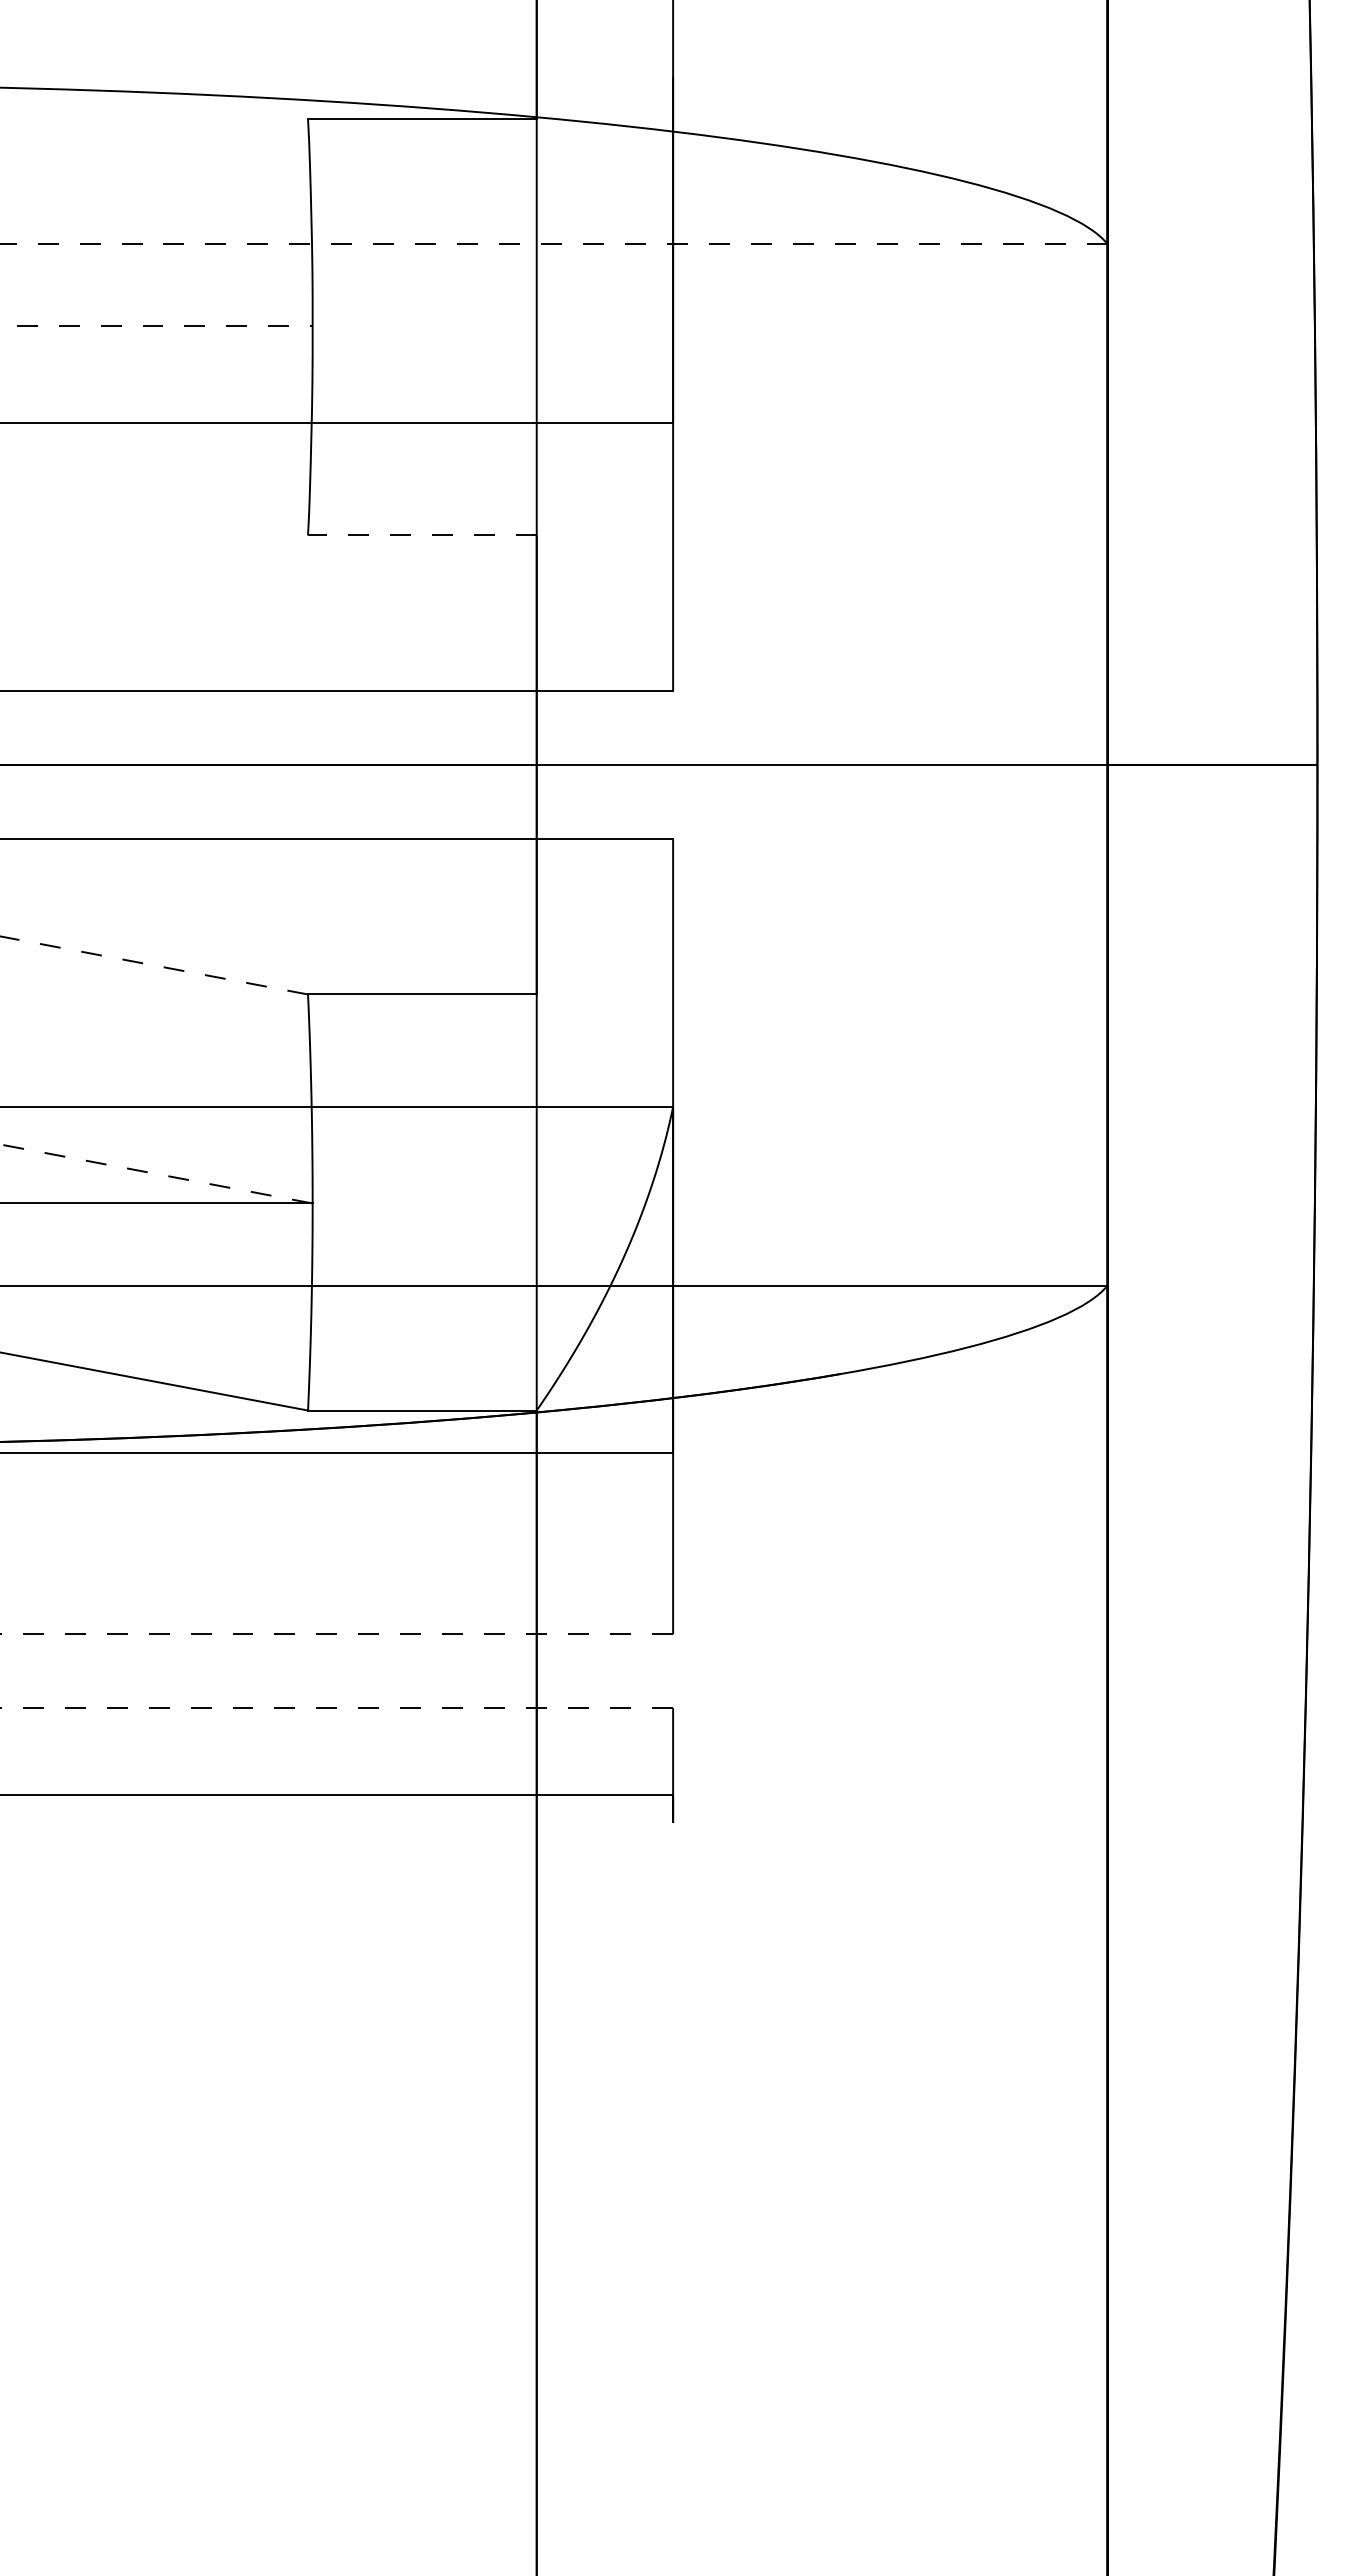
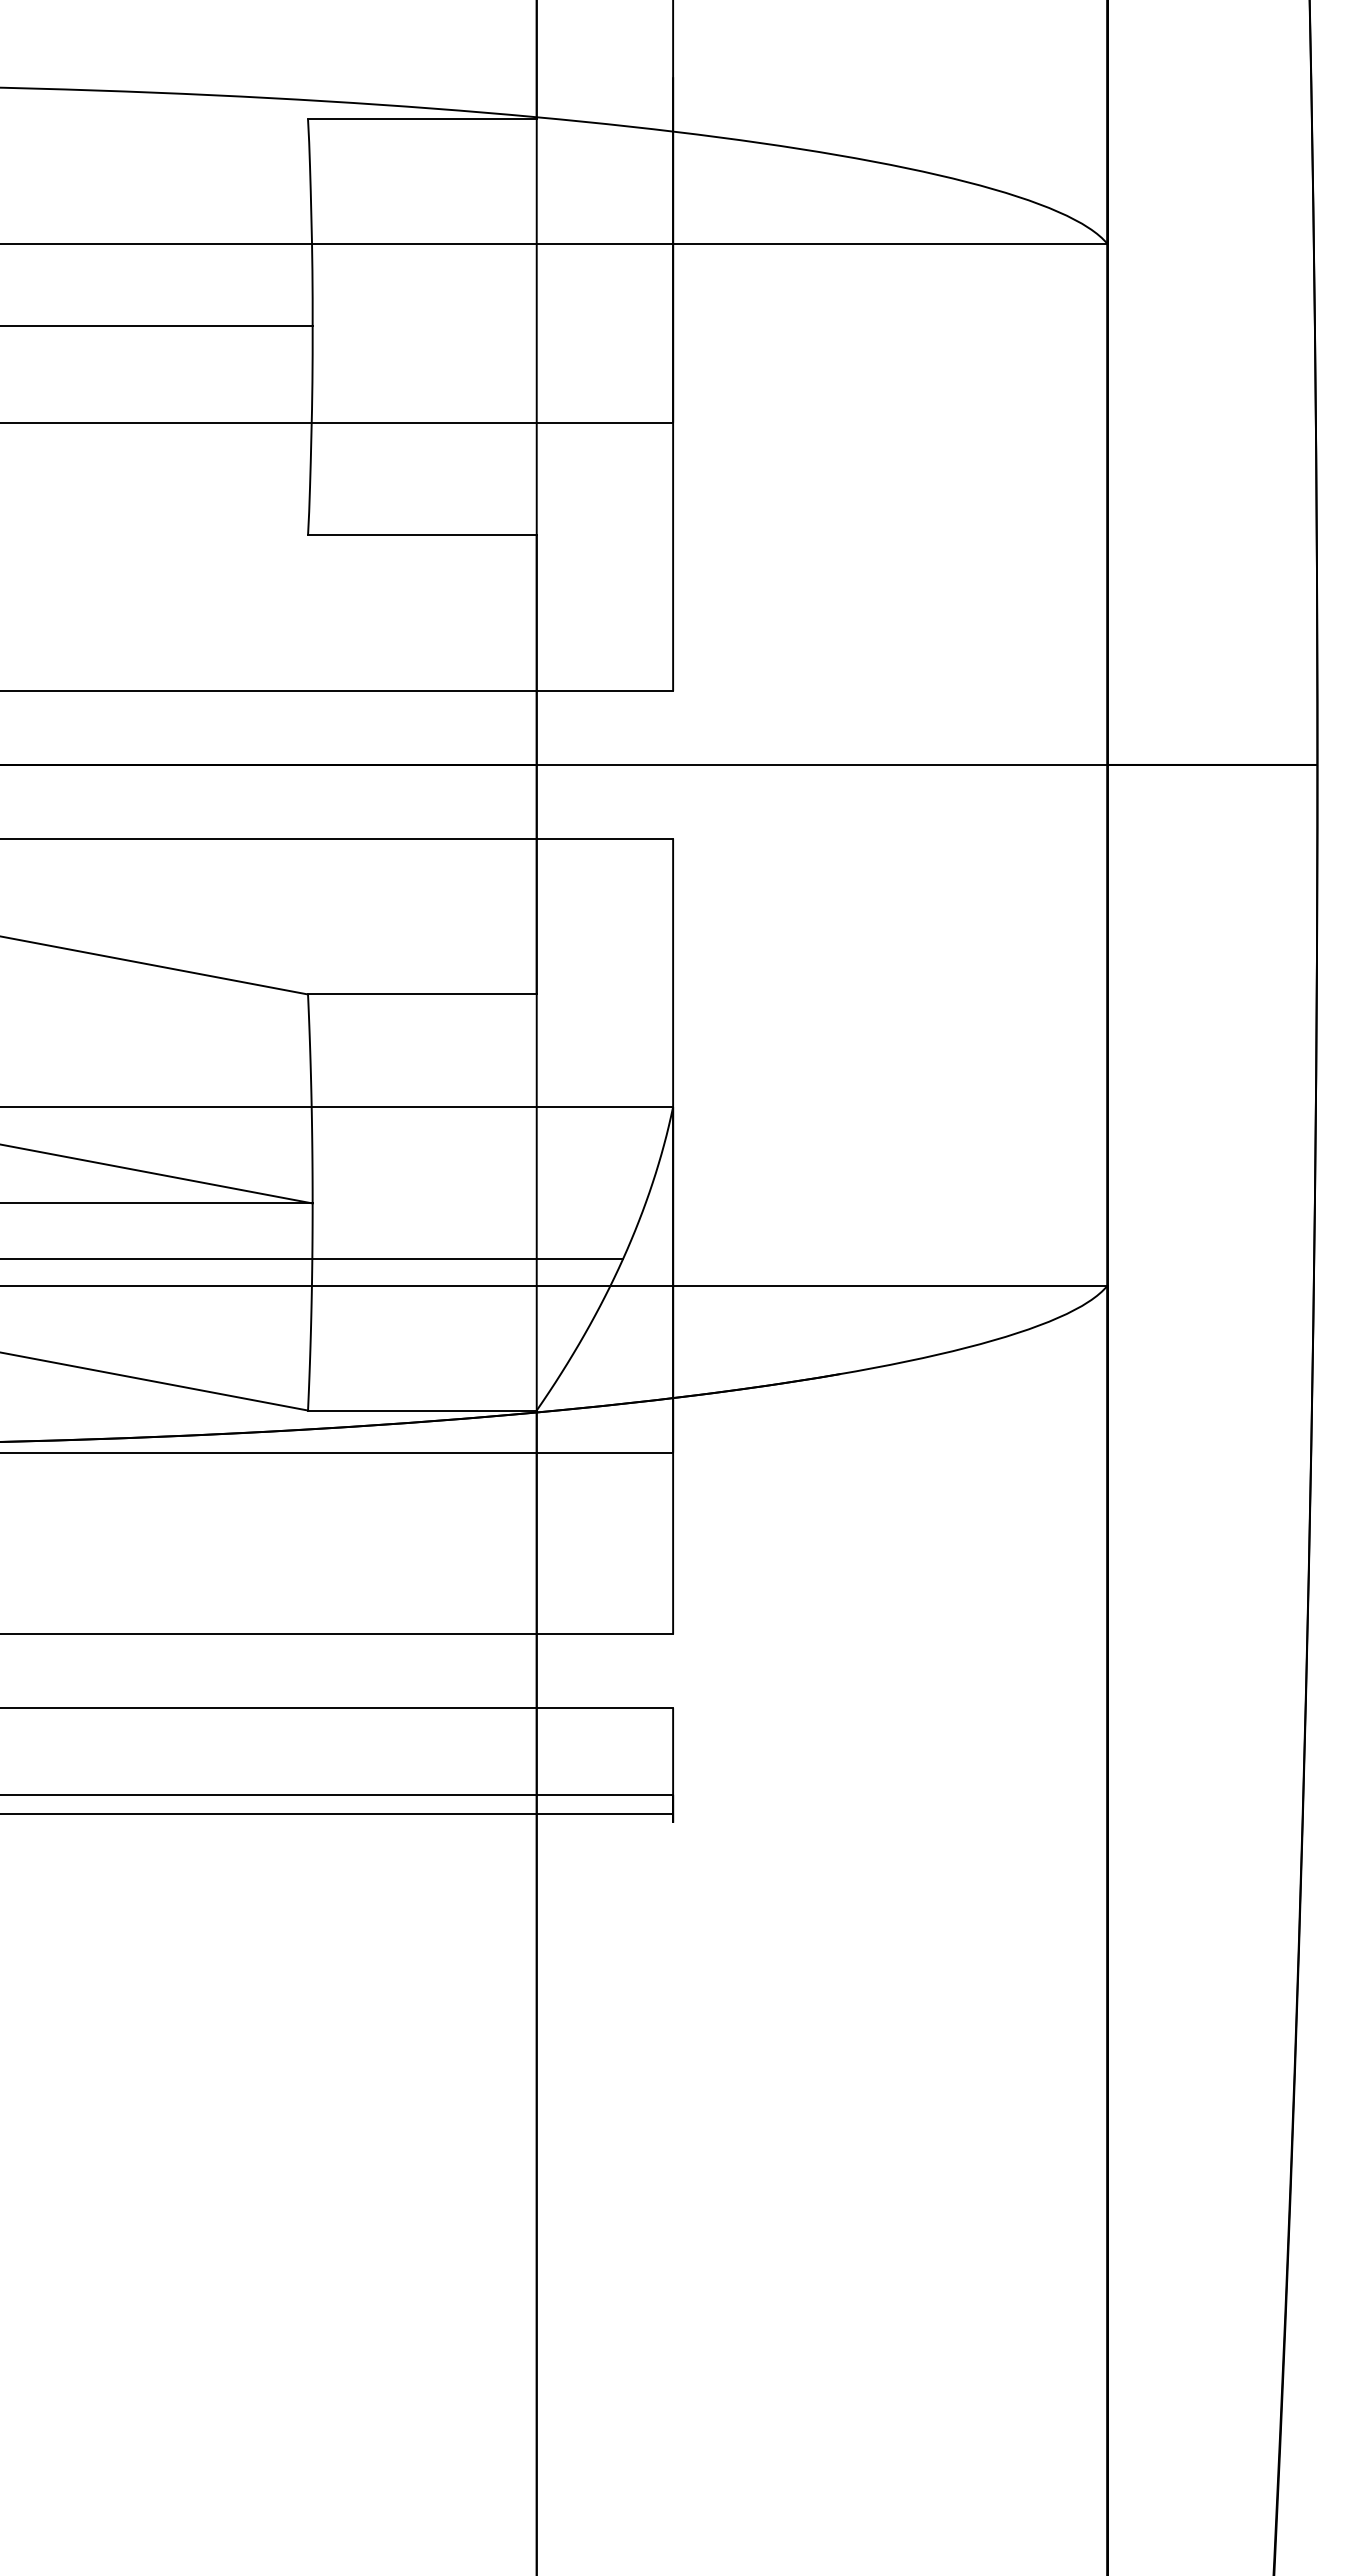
line at (553, 244): dashed -> solid
line at (156, 326): dashed -> solid
line at (421, 535): dashed -> solid
line at (153, 965): dashed -> solid
line at (156, 1173): dashed -> solid
line at (312, 1258): none -> present
line at (336, 1634): dashed -> solid
line at (336, 1708): dashed -> solid
line at (337, 1814): none -> present
